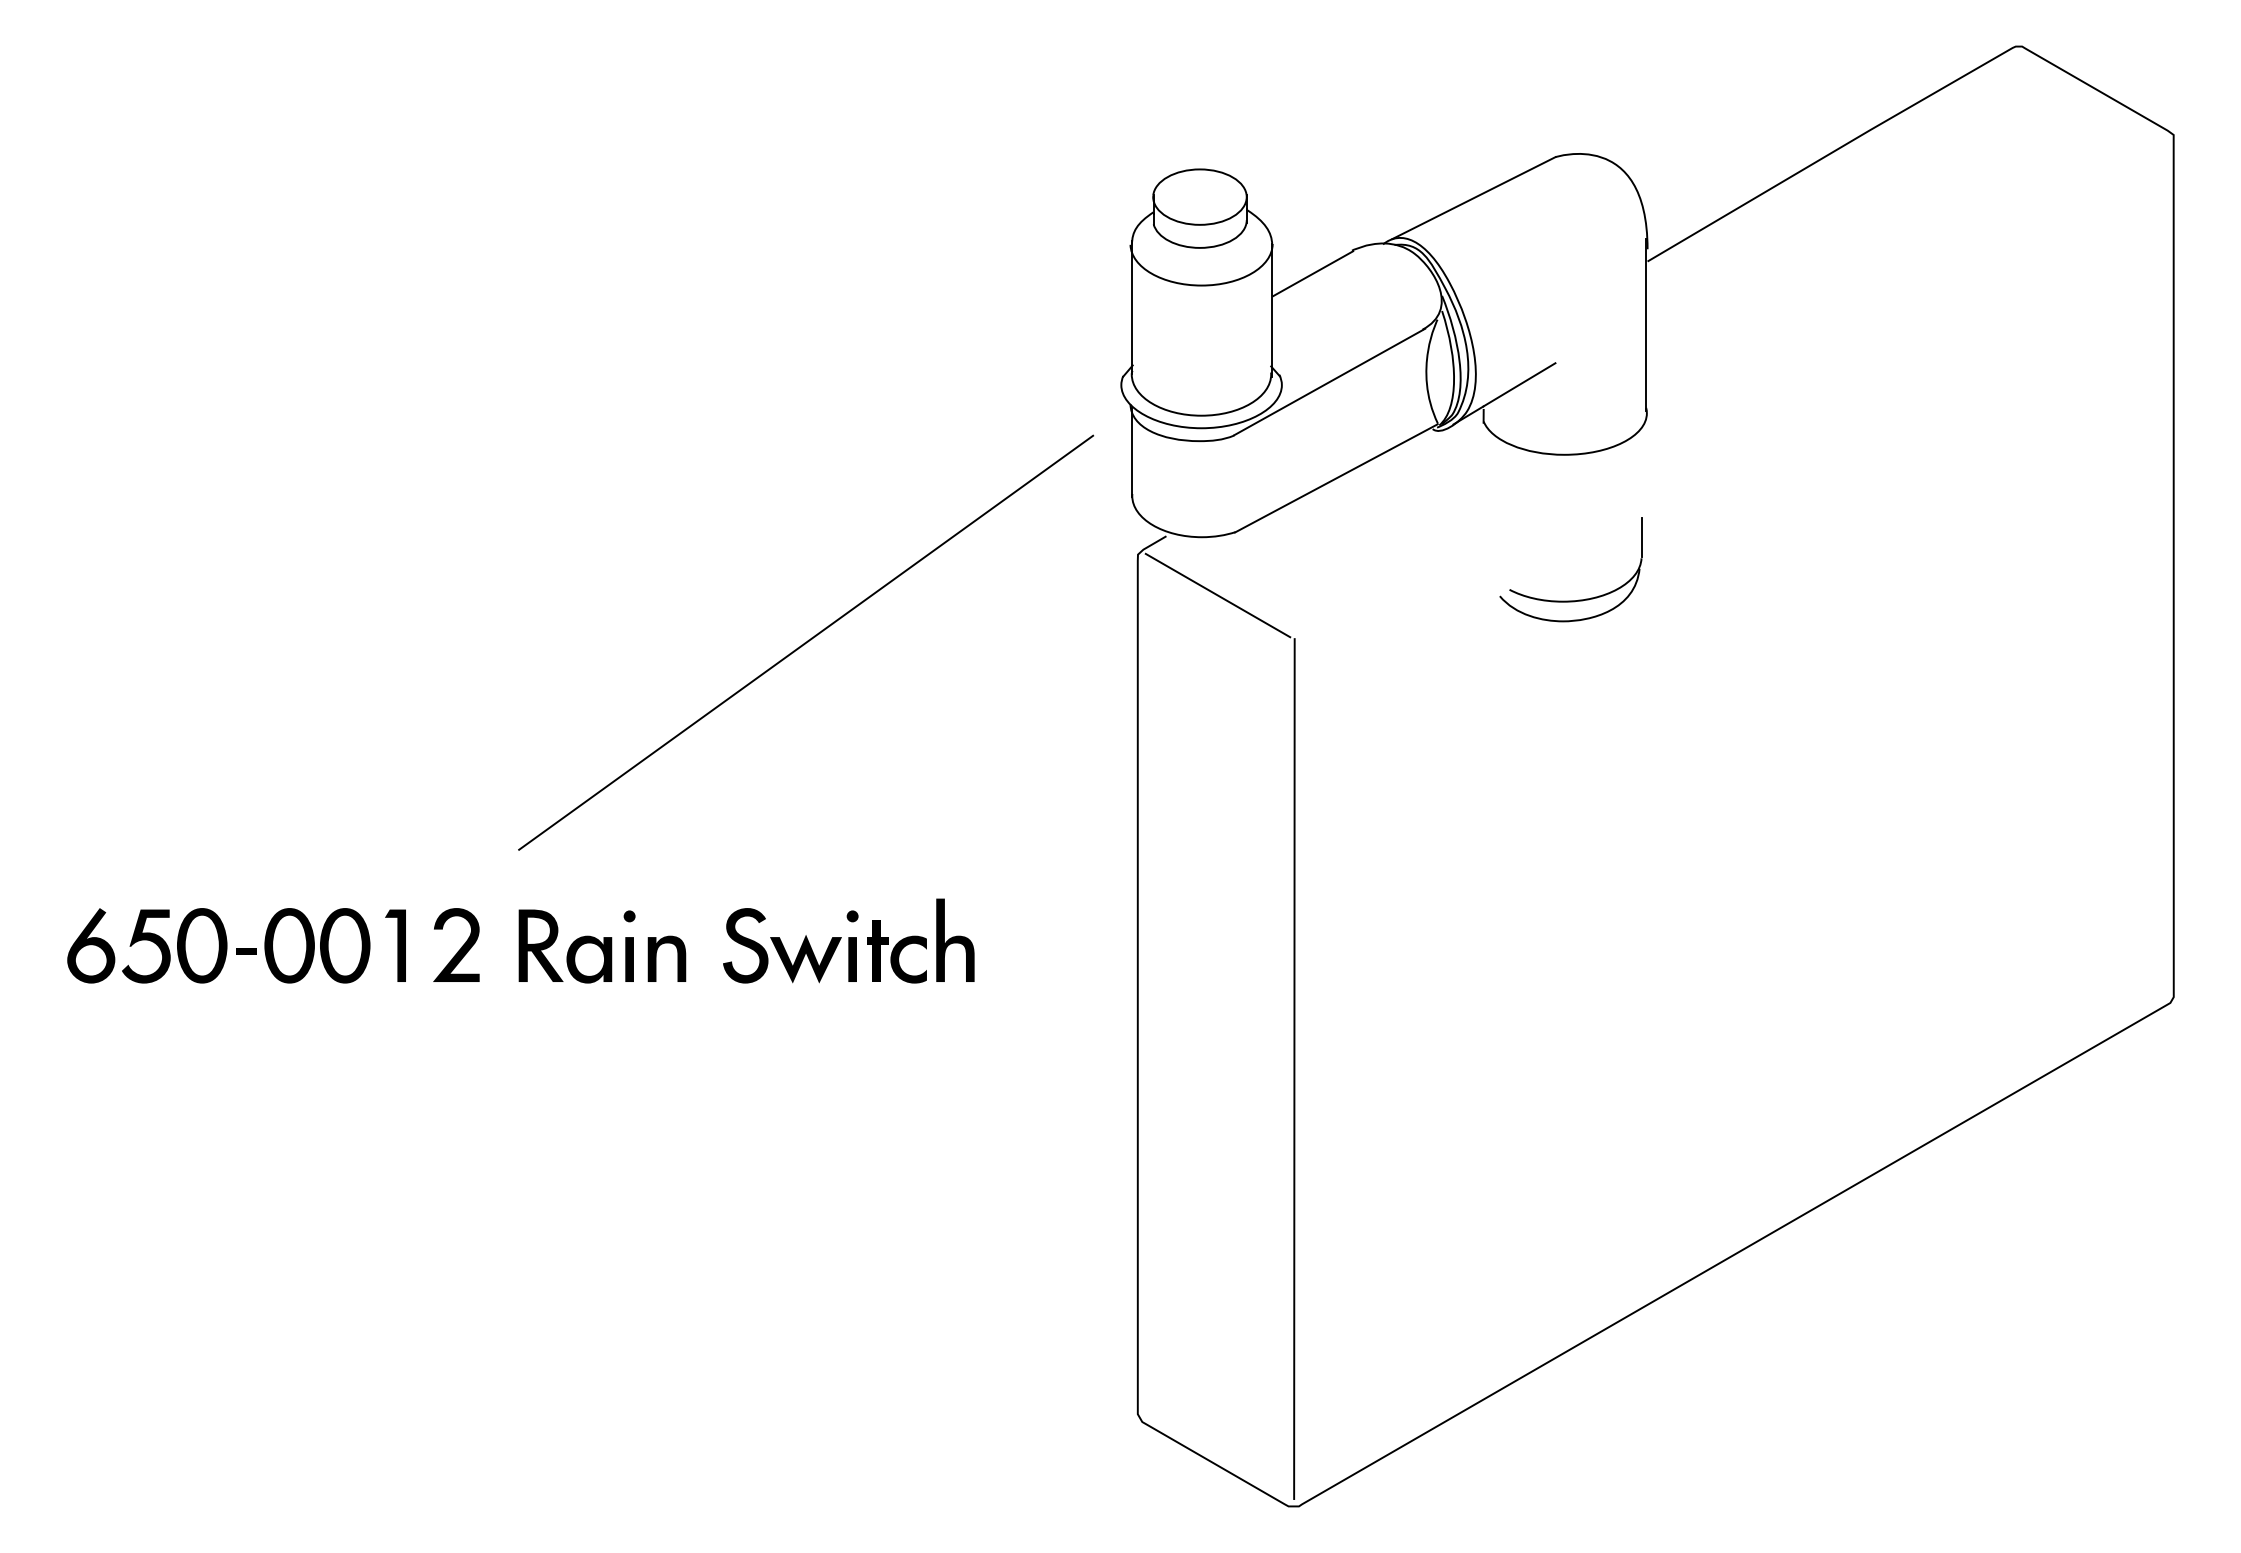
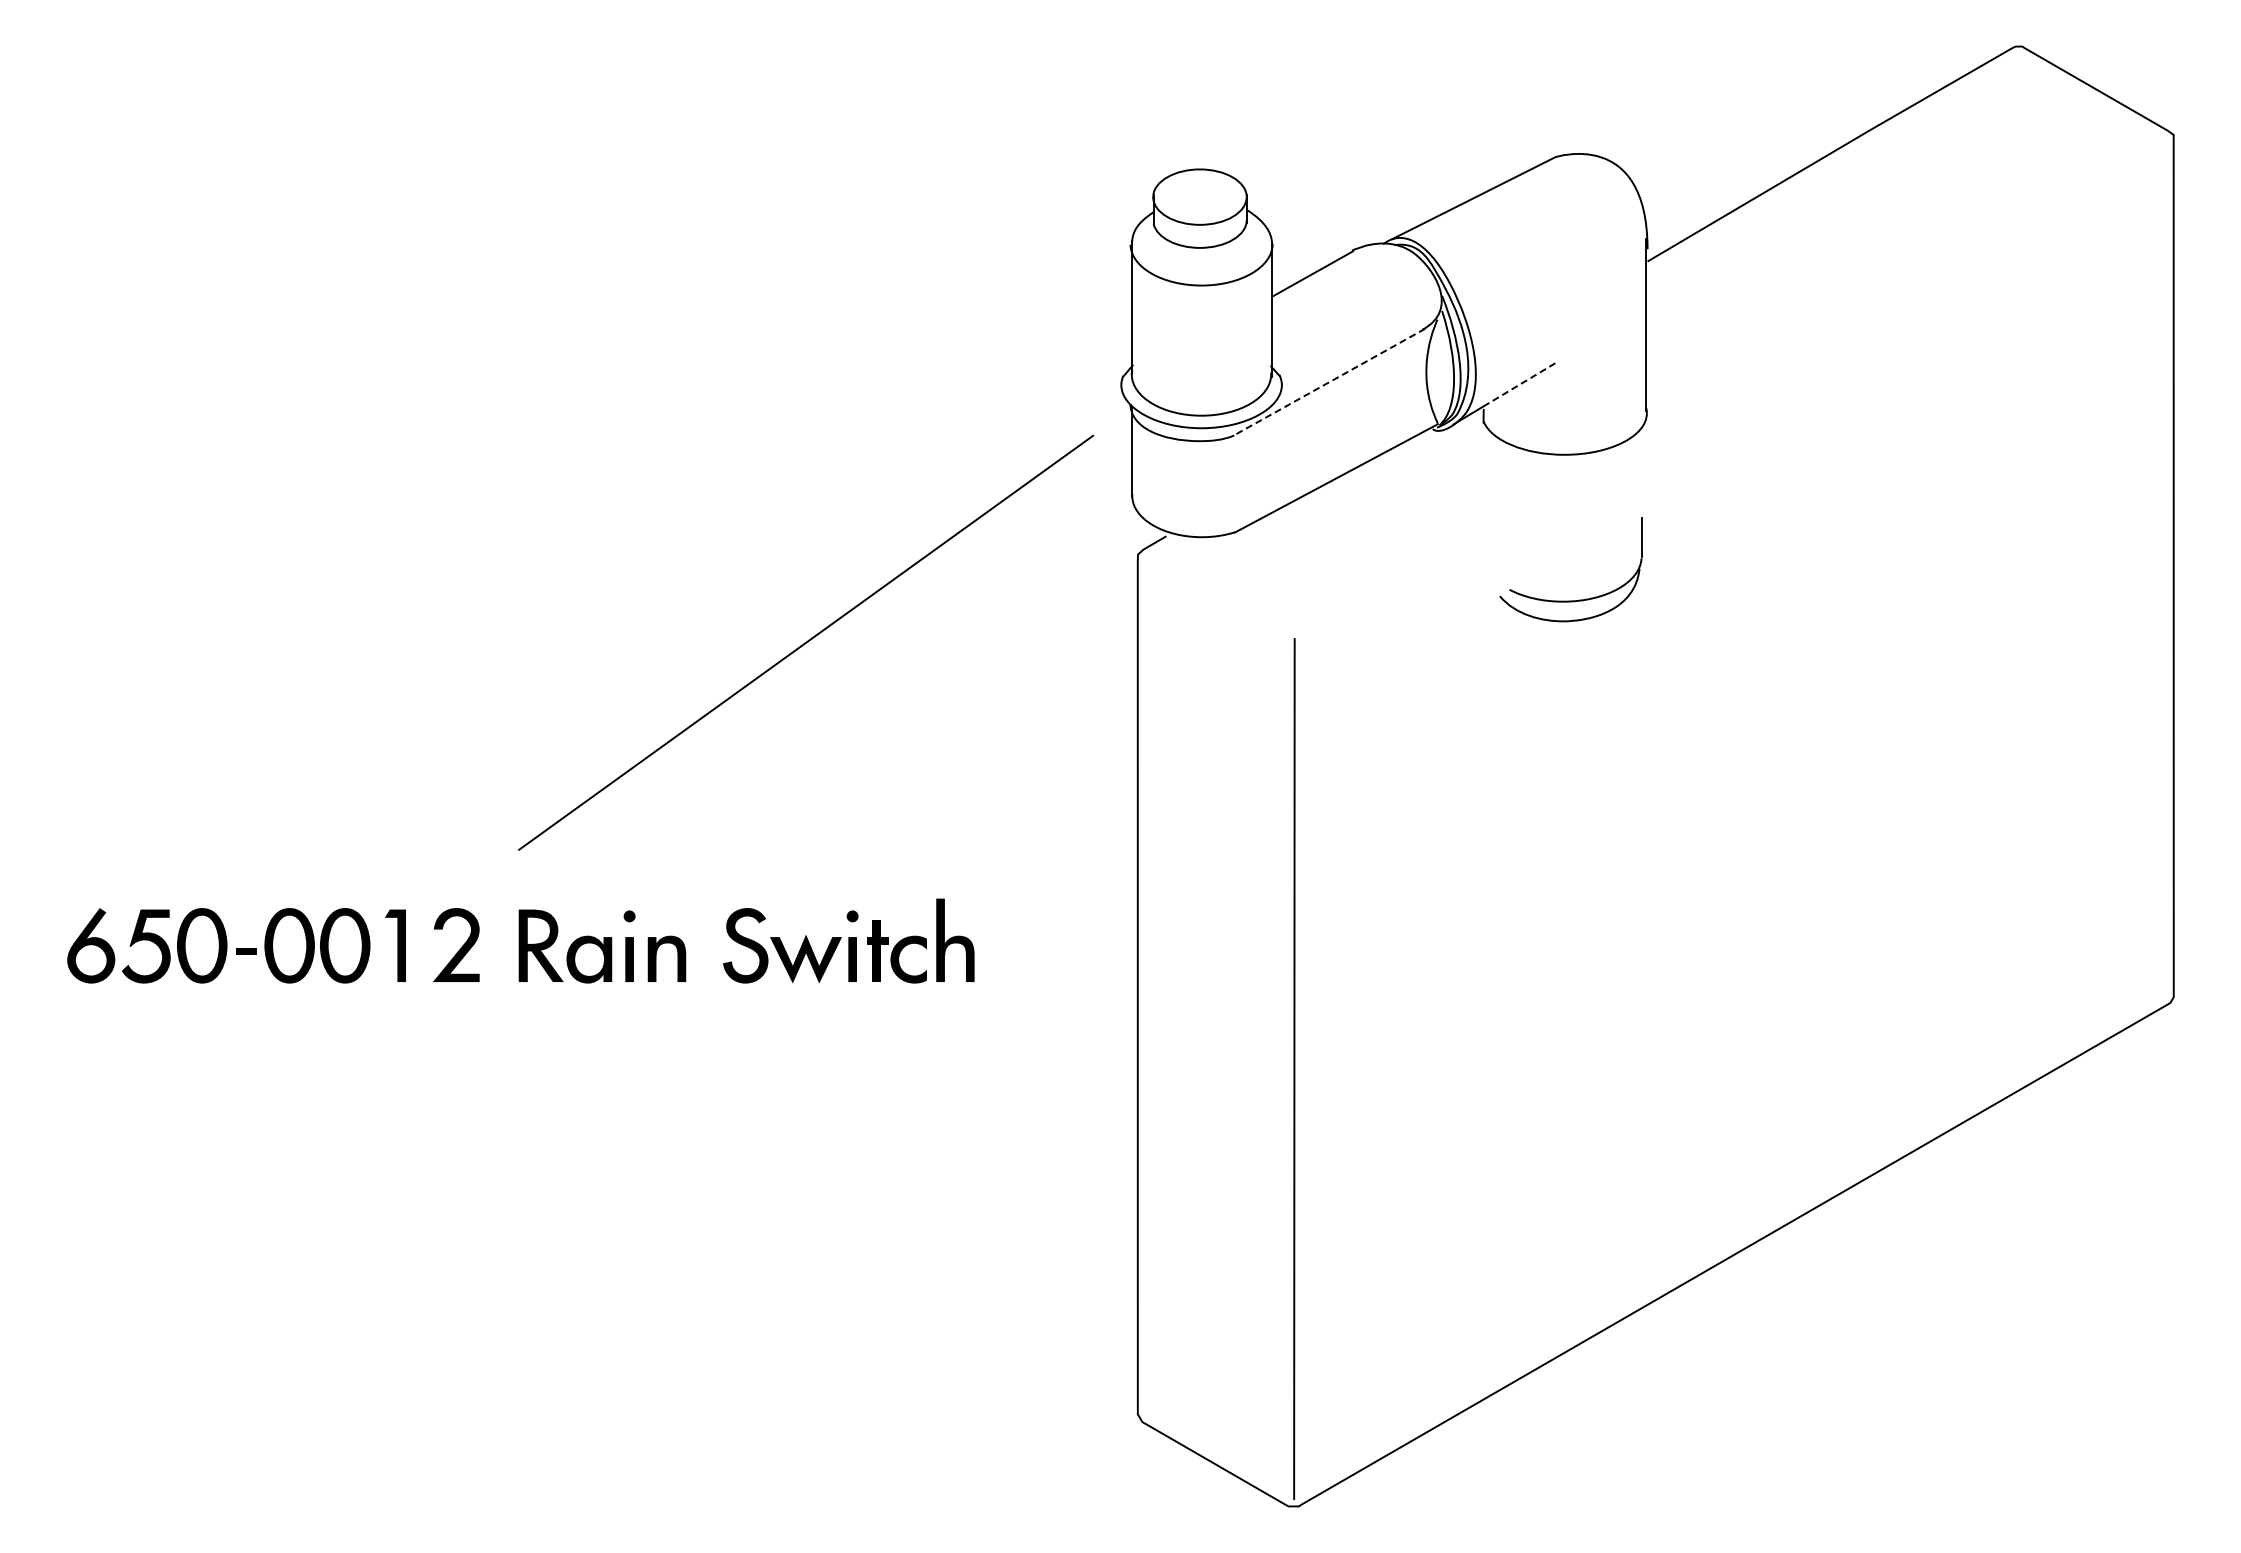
line at (1329, 382): solid -> dashed
line at (1519, 384): solid -> dashed
line at (1217, 595): present -> none
